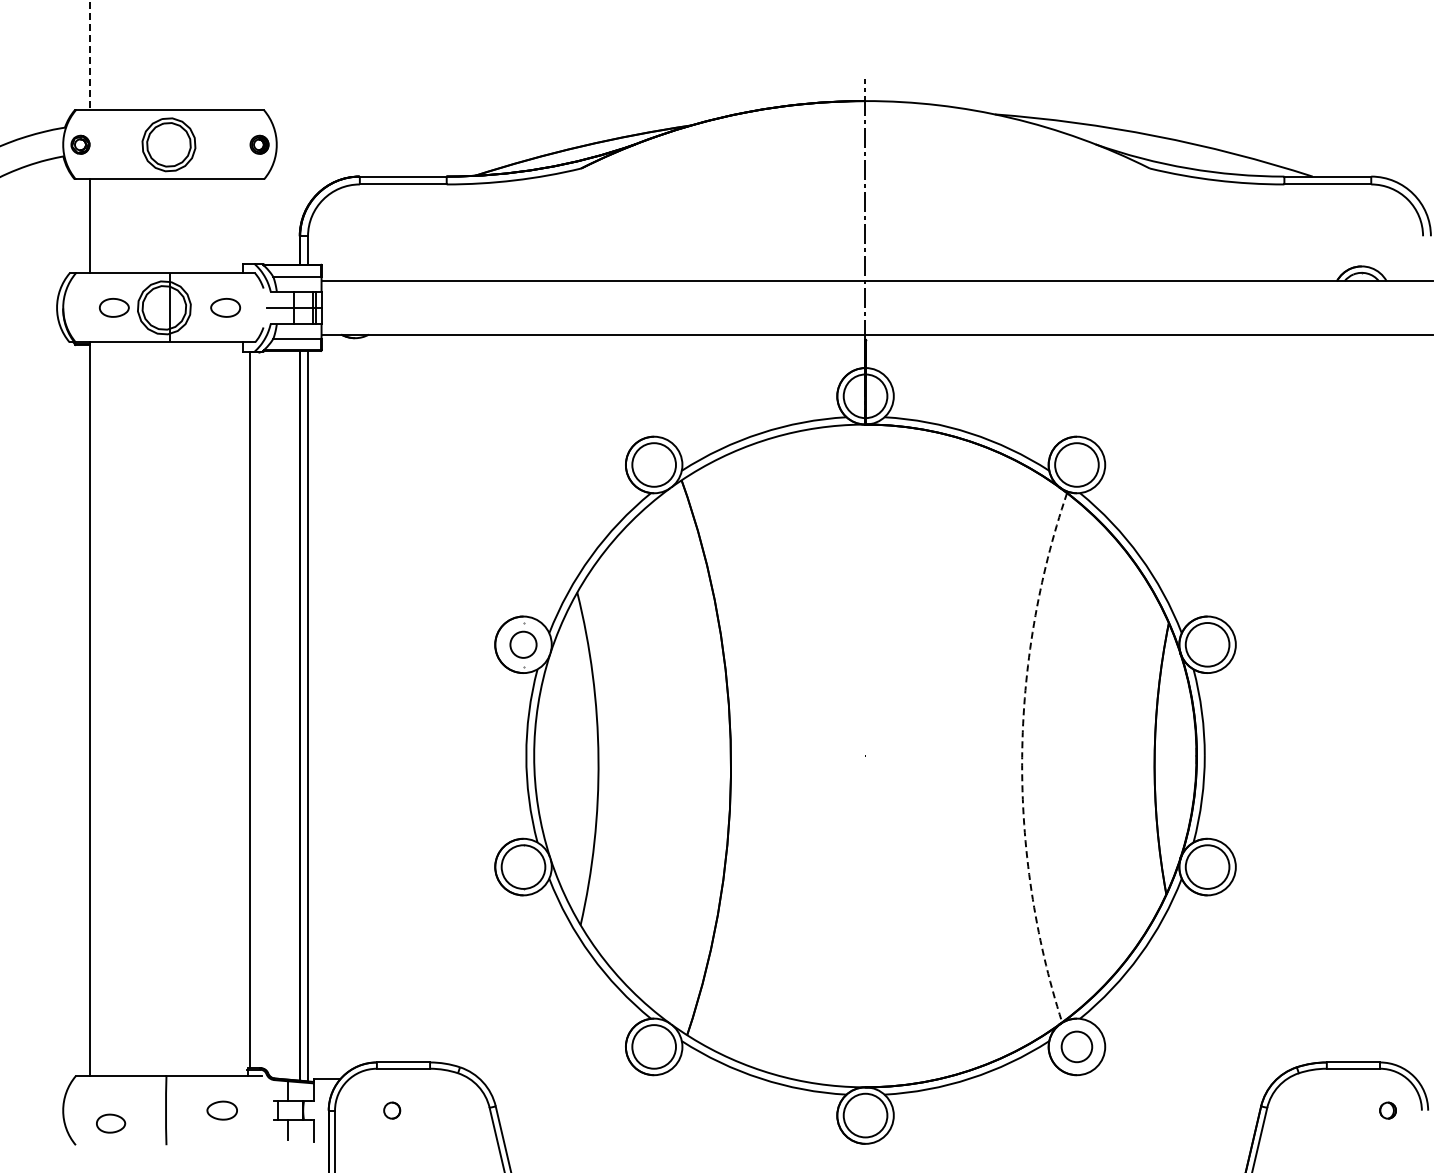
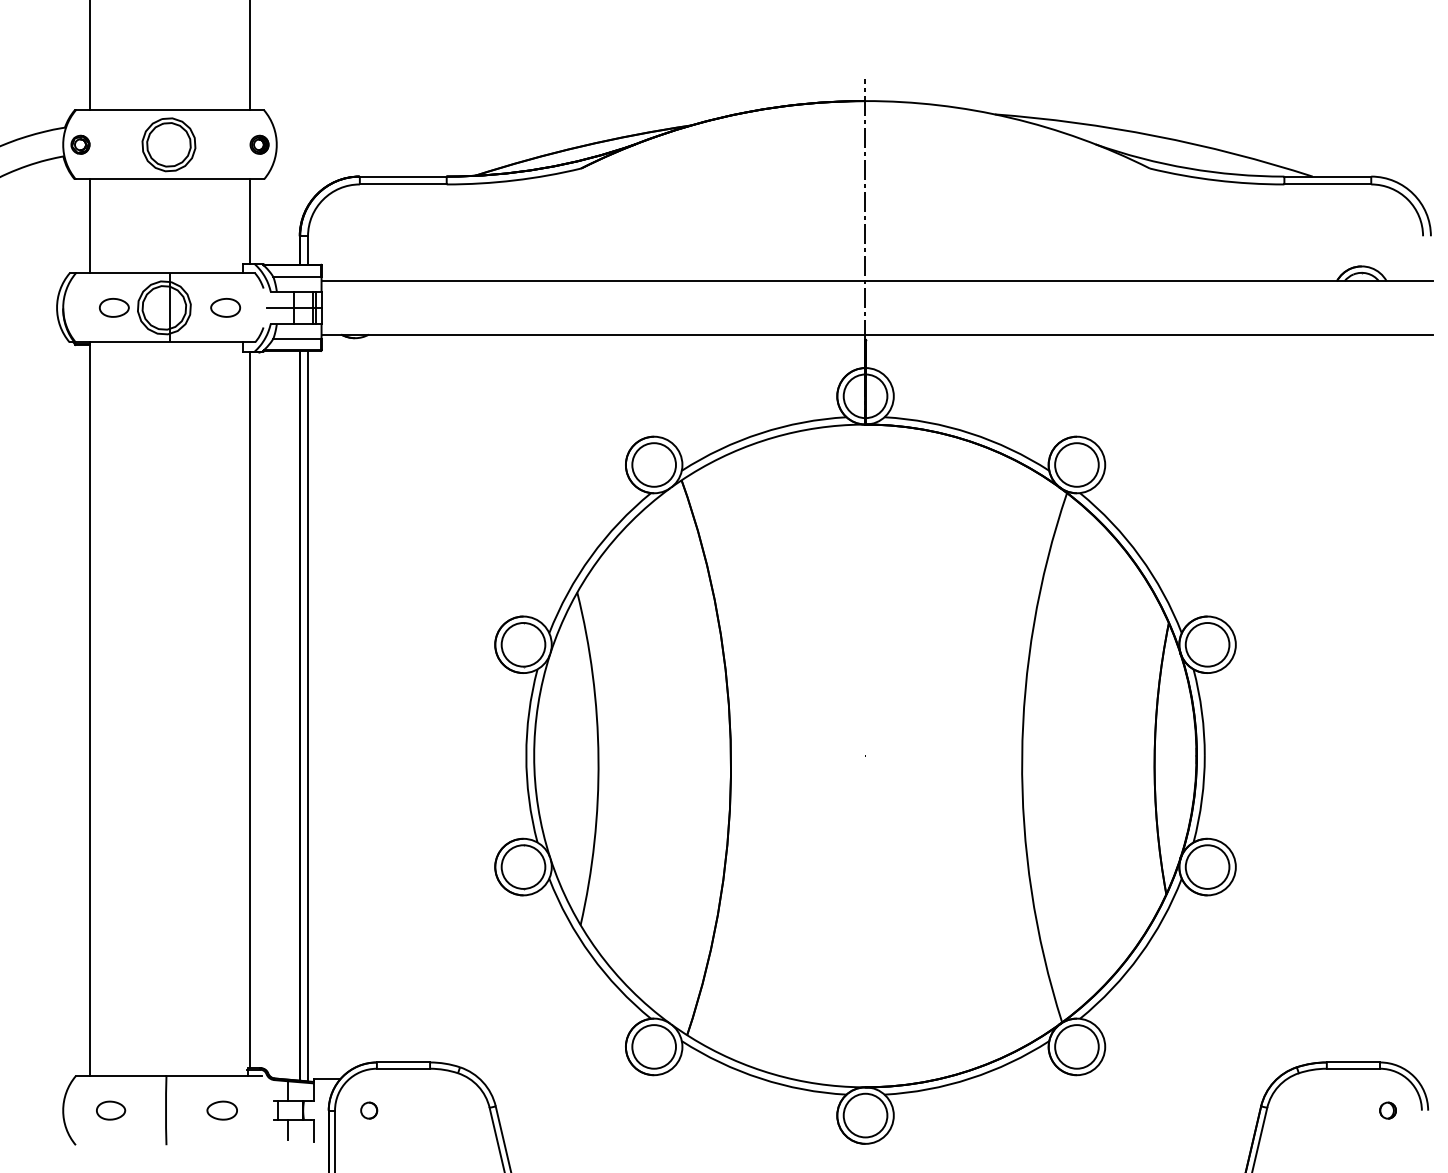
line at (90, 55): dashed -> solid
line at (249, 56): none -> present
line at (249, 221): none -> present
circle at (523, 644) diameter: 26 px -> 44 px
arc at (1022, 757): dashed -> solid
circle at (1076, 1046) diameter: 31 px -> 44 px
circle at (392, 1110) position: (392, 1110) -> (369, 1110)
part at (111, 1123) position: (111, 1123) -> (111, 1110)
